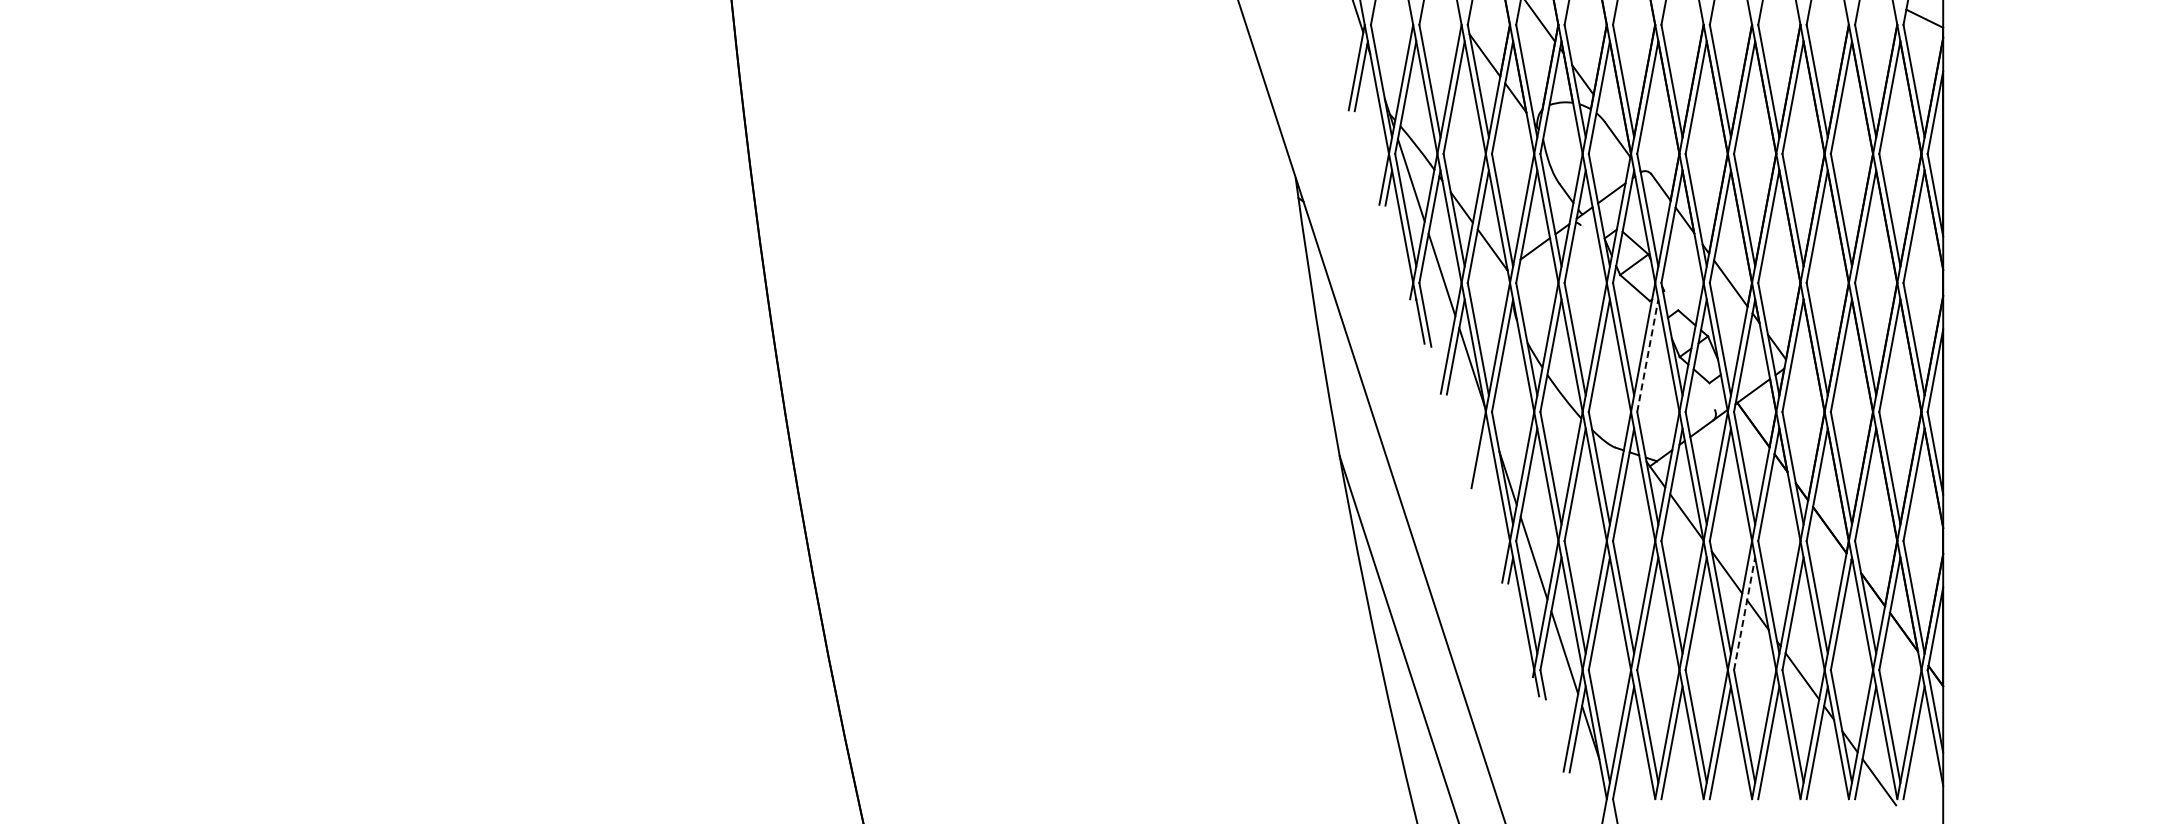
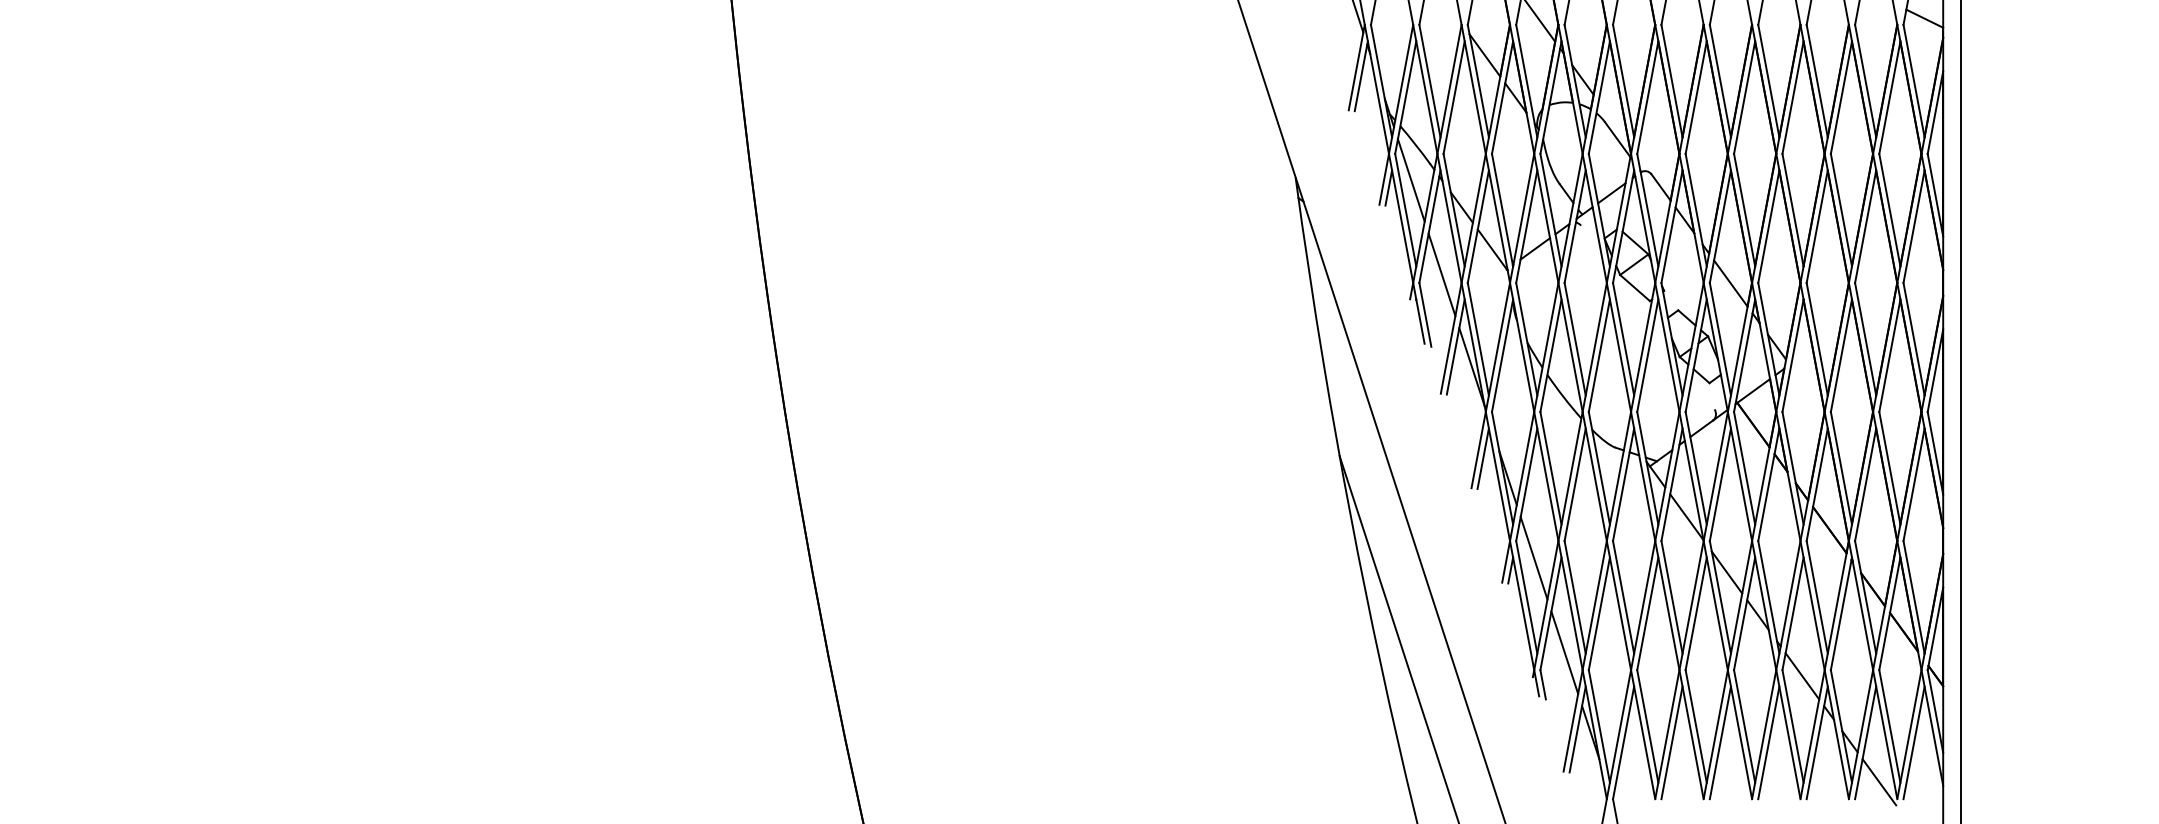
line at (1647, 355): dashed -> solid
line at (1961, 411): none -> present
line at (1482, 458): none -> present
line at (1744, 613): dashed -> solid
